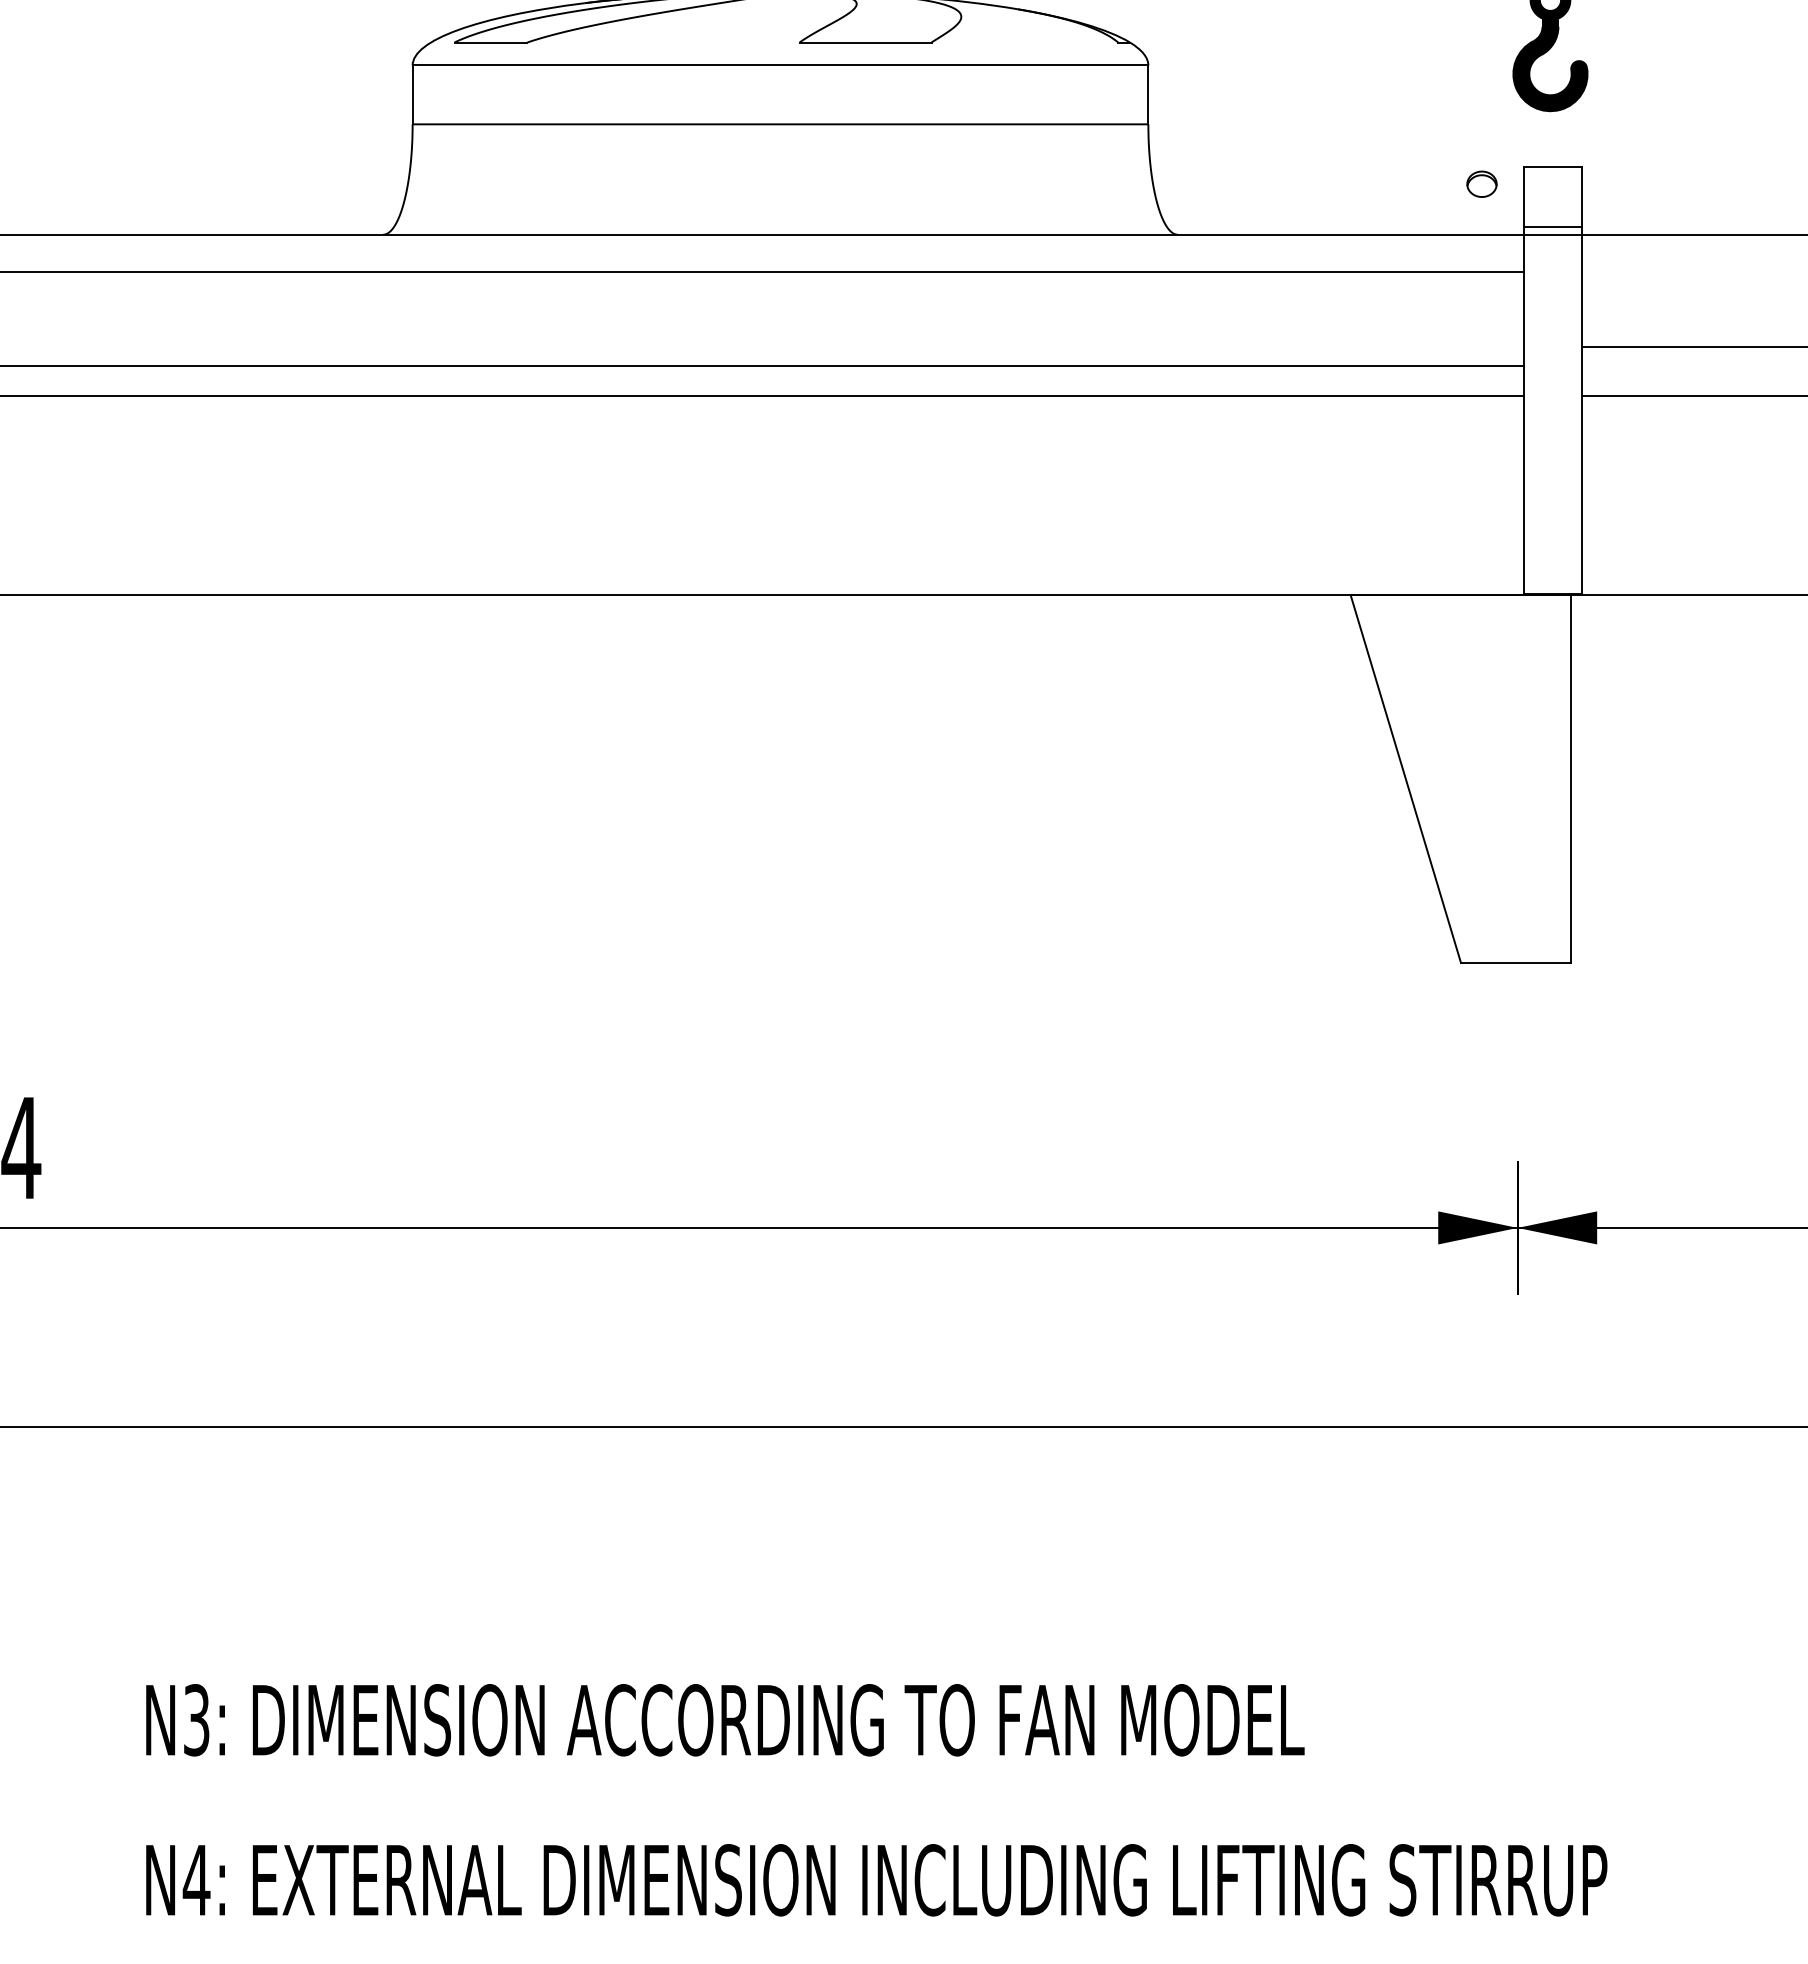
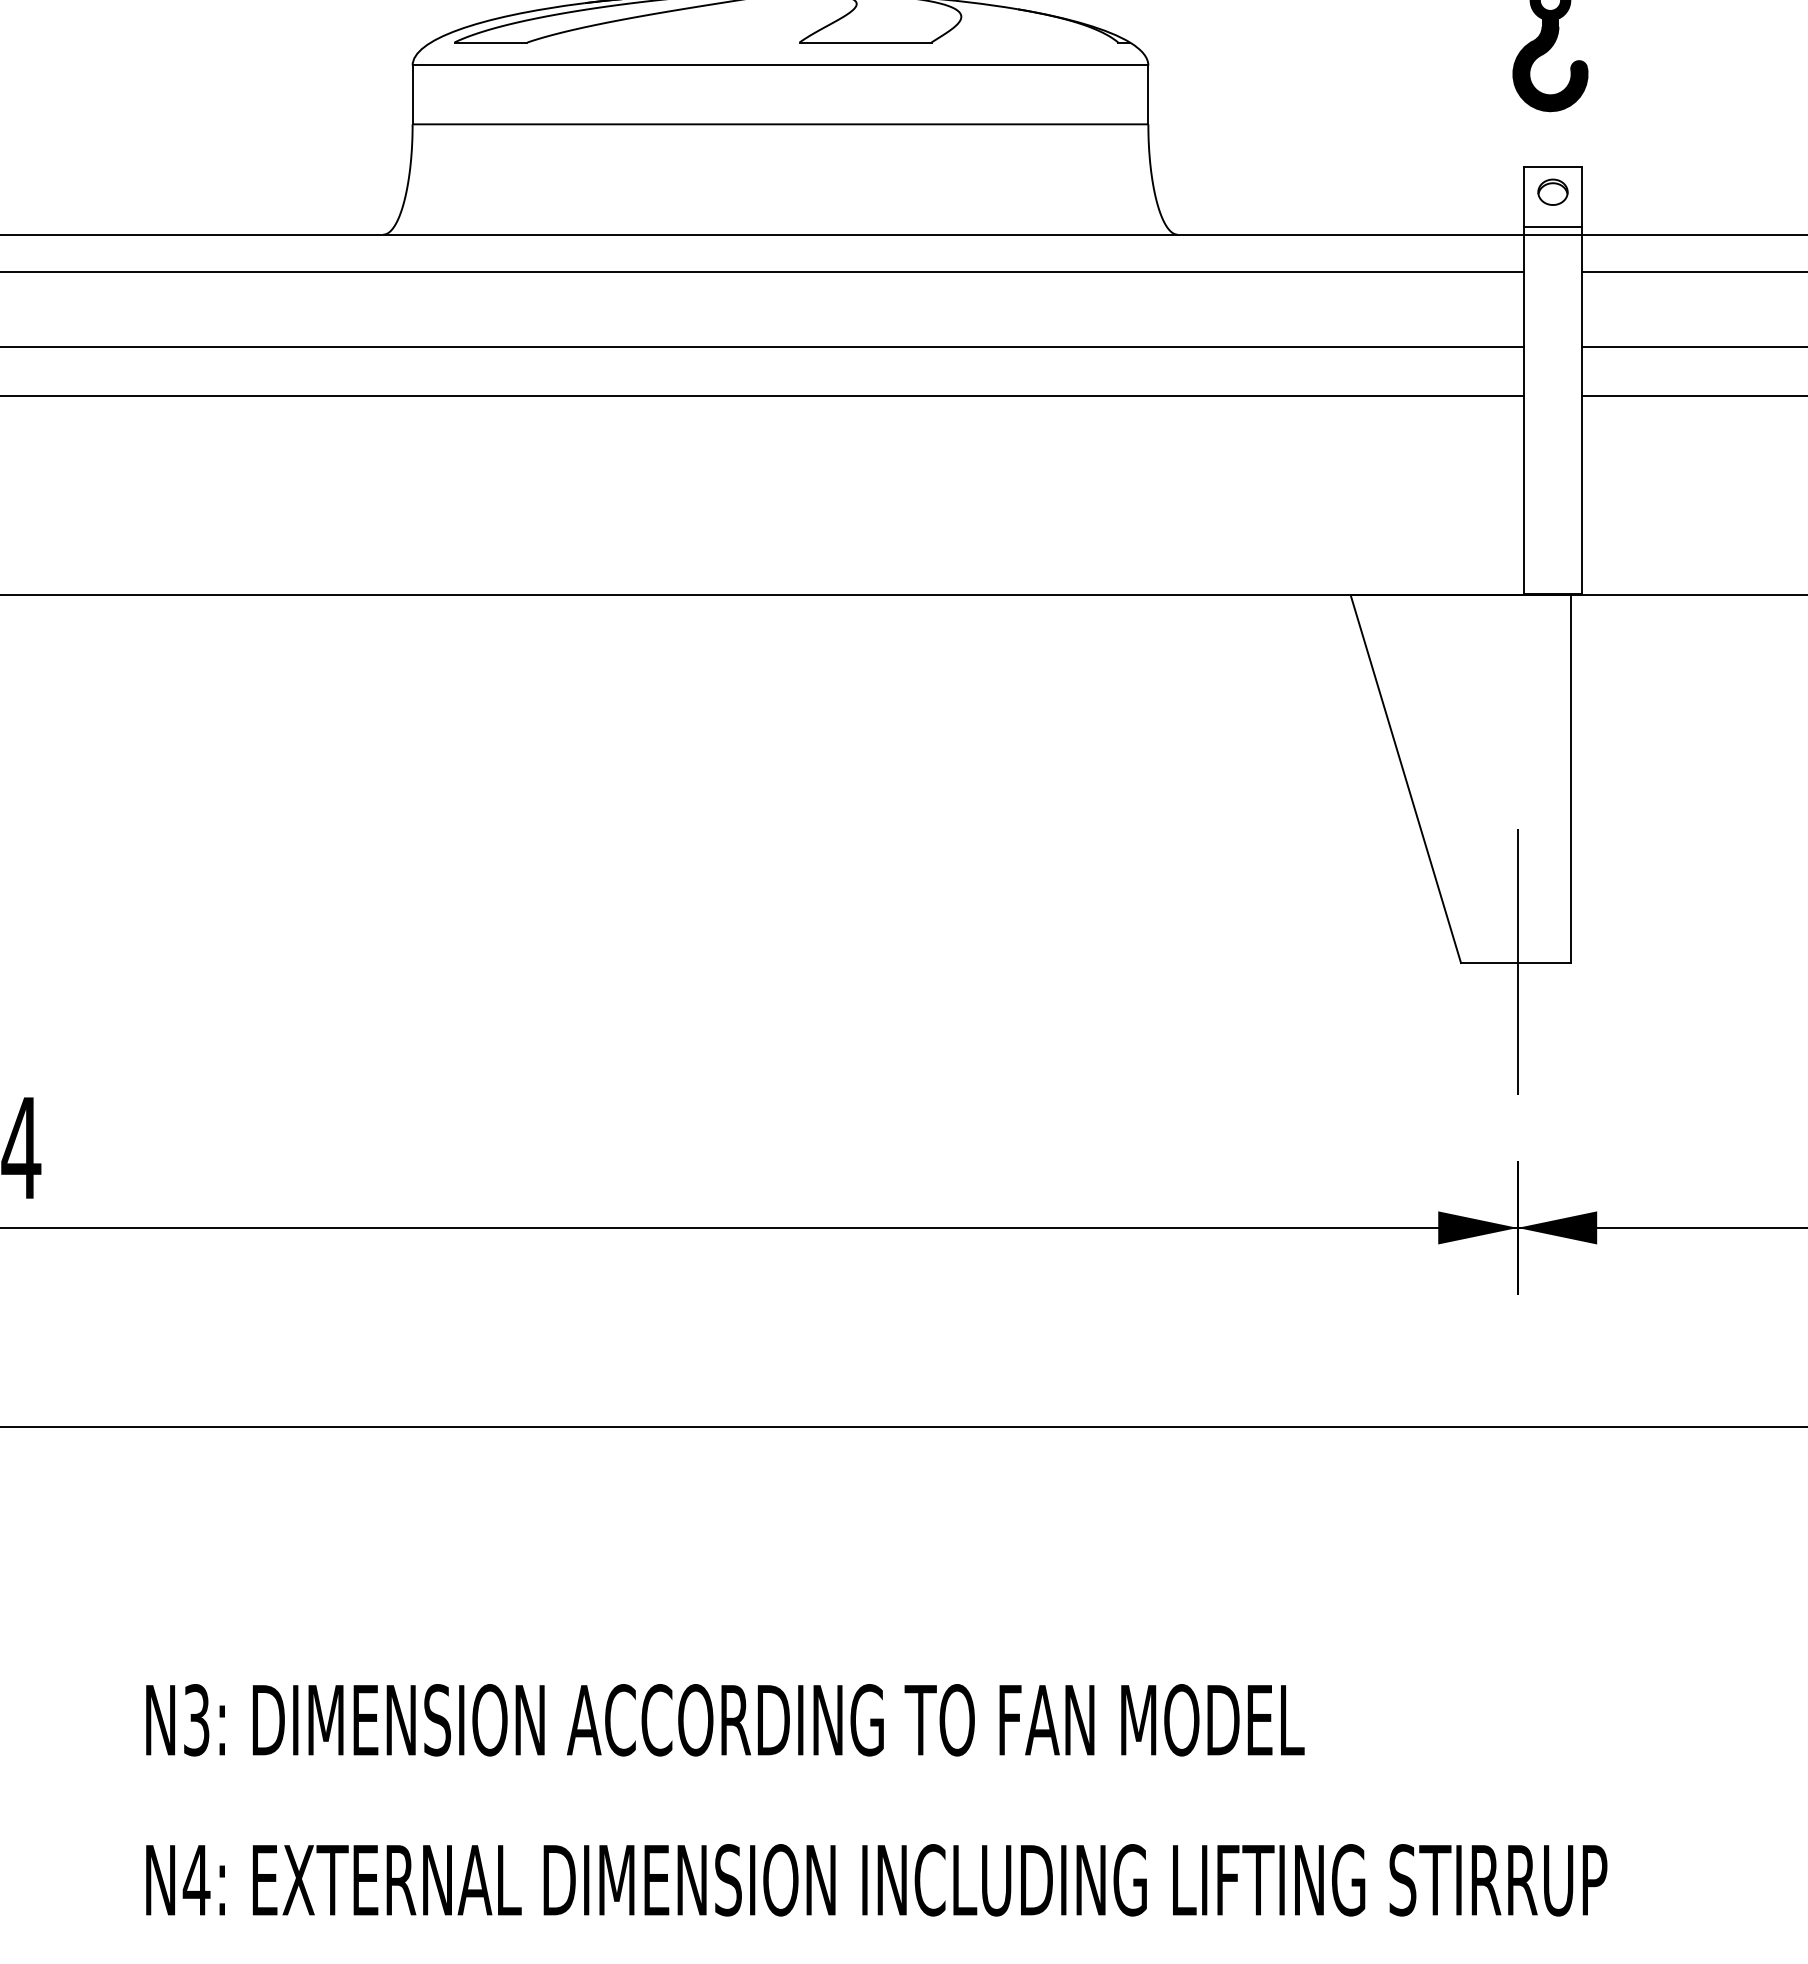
part at (1481, 183) position: (1481, 183) -> (1552, 191)
line at (1693, 271): none -> present
line at (762, 365) position: (762, 365) -> (762, 346)
line at (1517, 962): none -> present
